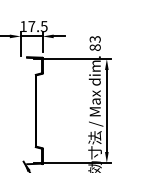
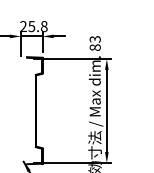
text at (33, 26): 17.5 -> 25.8
